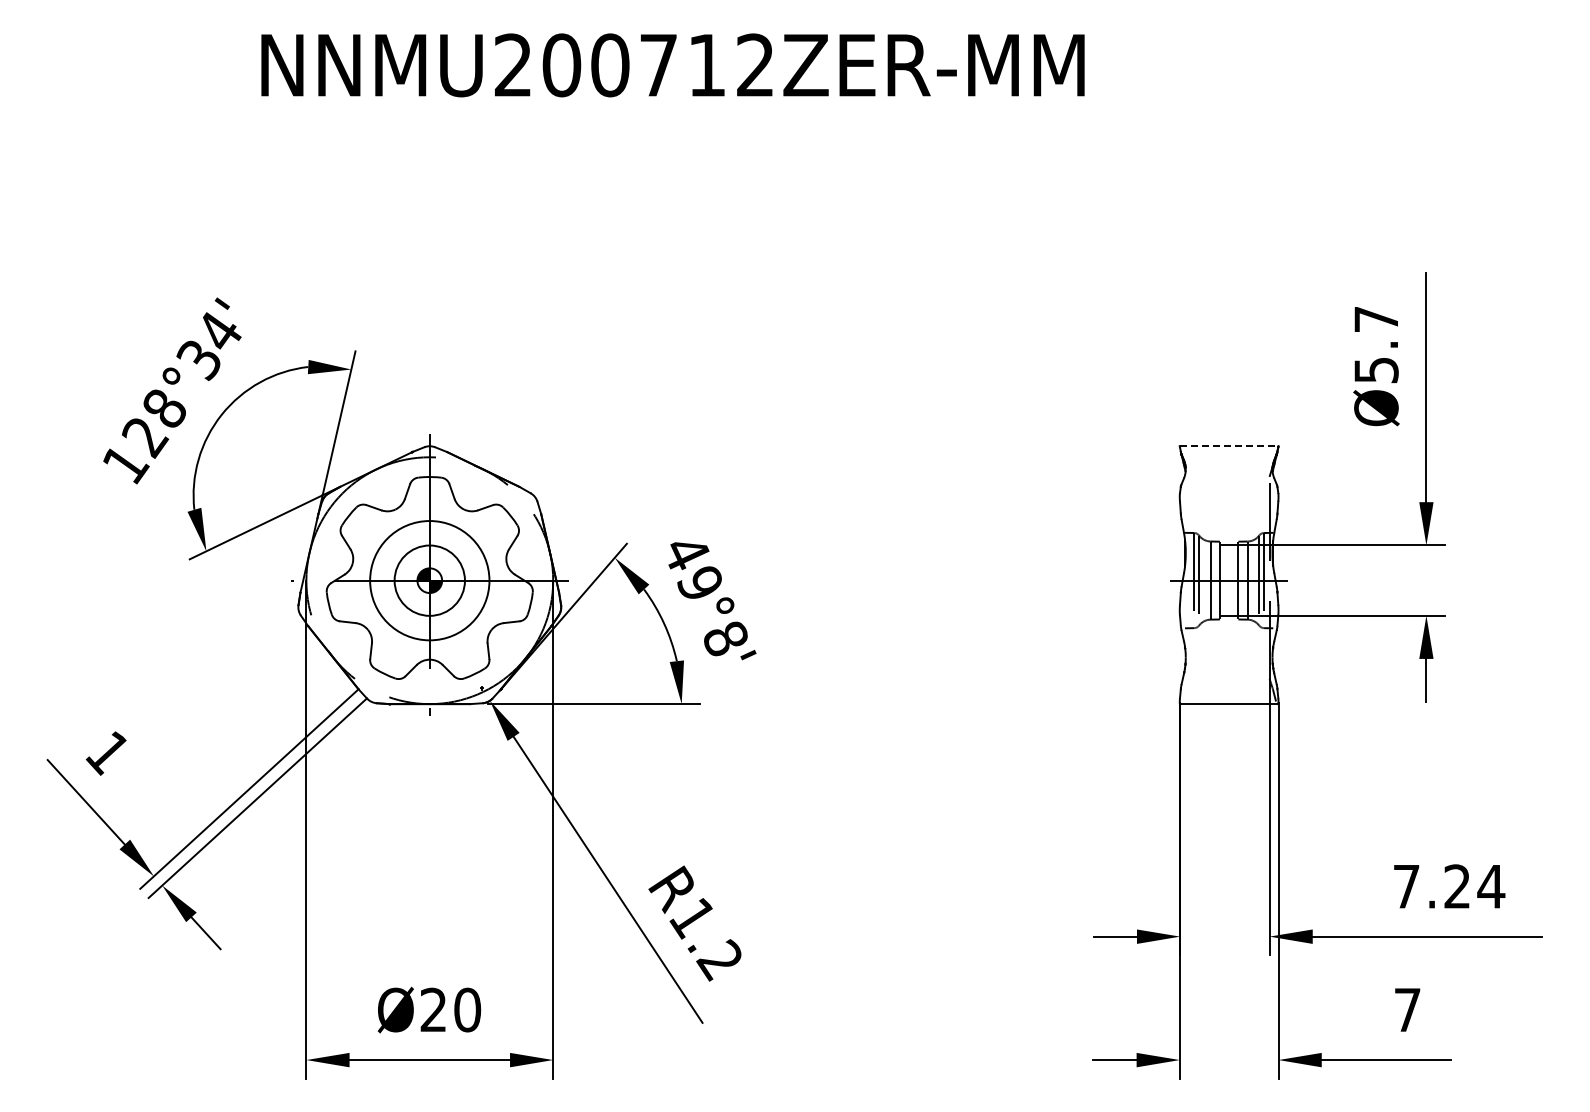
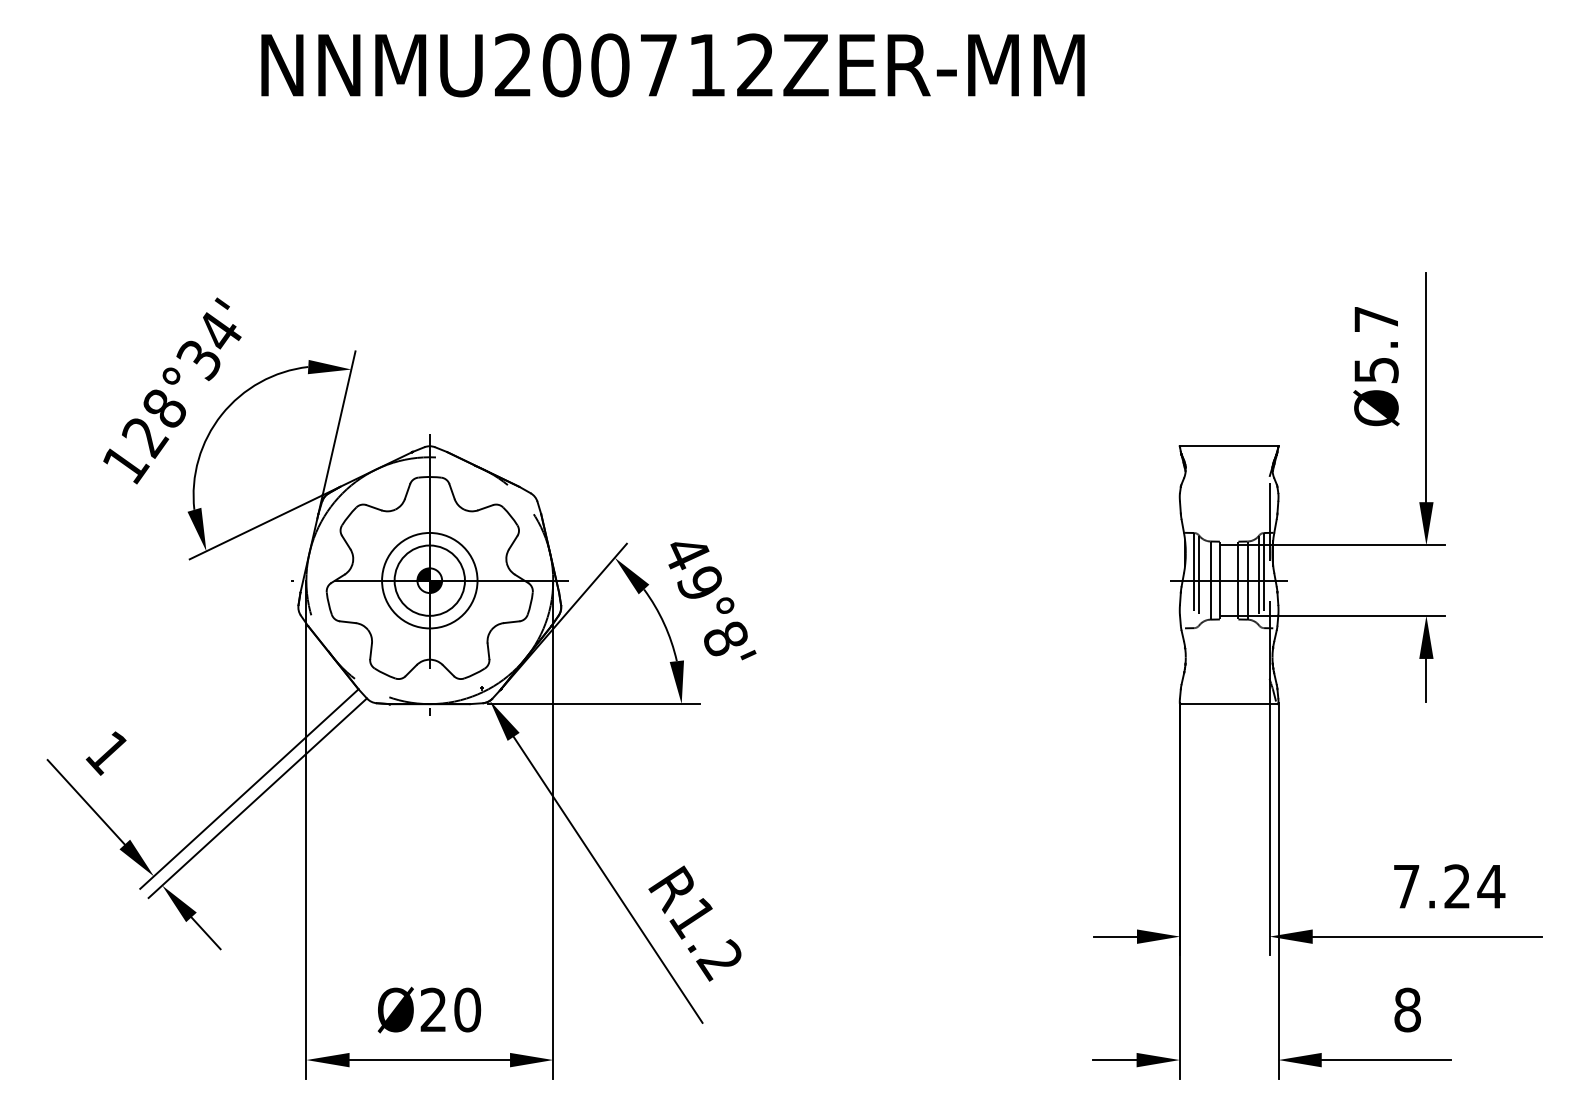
line at (1229, 446): dashed -> solid
circle at (429, 580) diameter: 119 px -> 95 px
text at (1407, 1009): 7 -> 8
